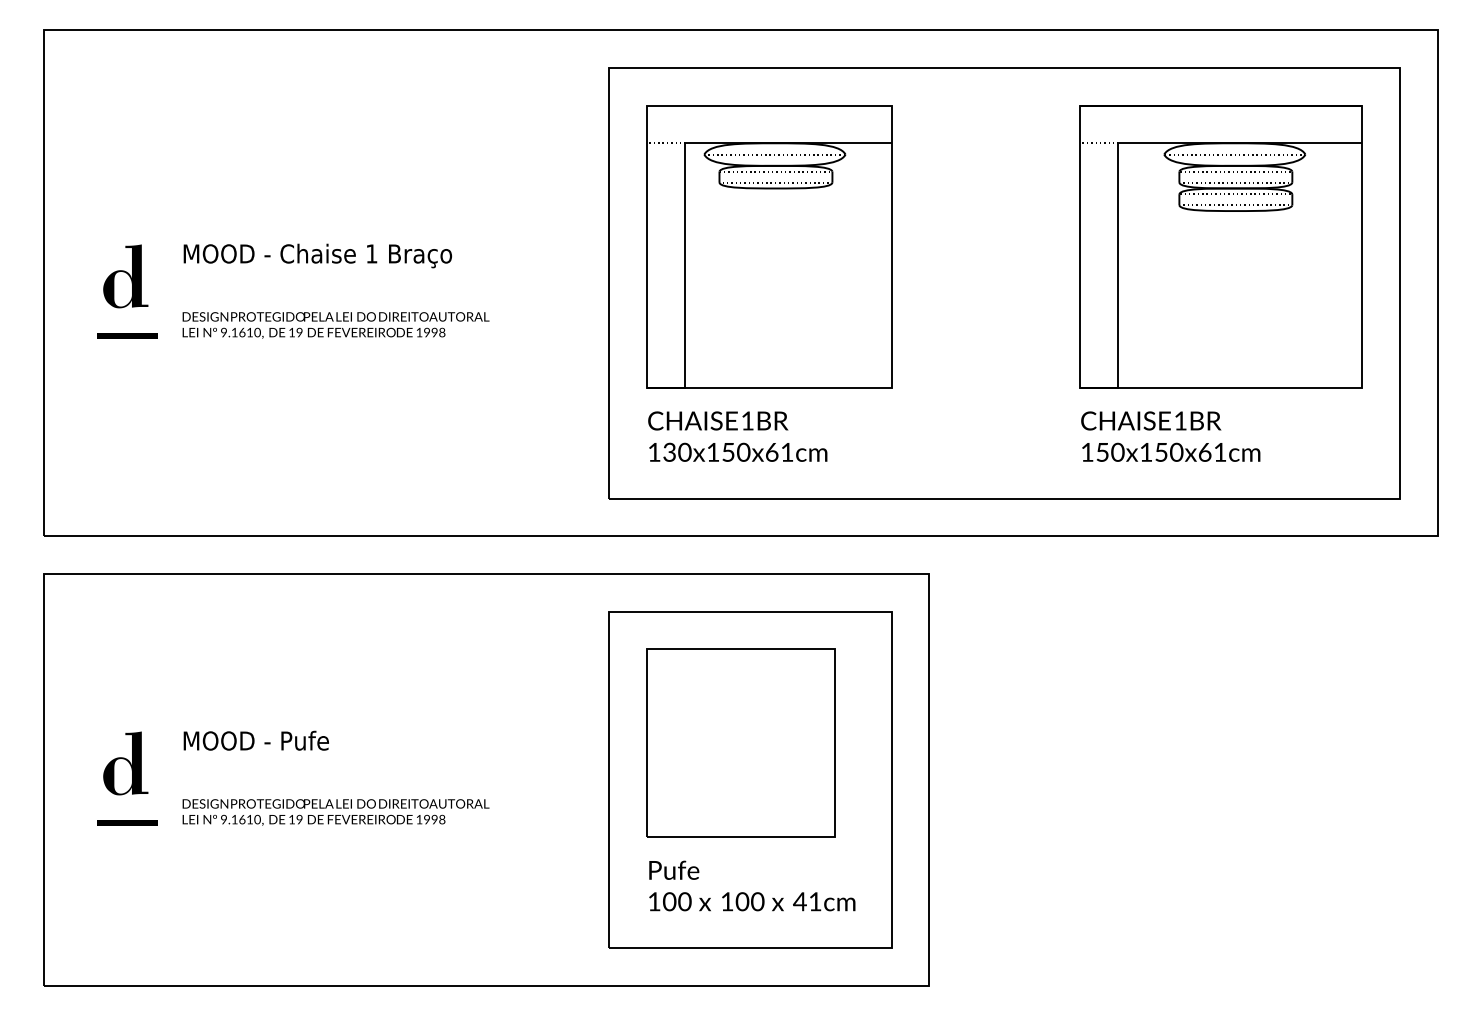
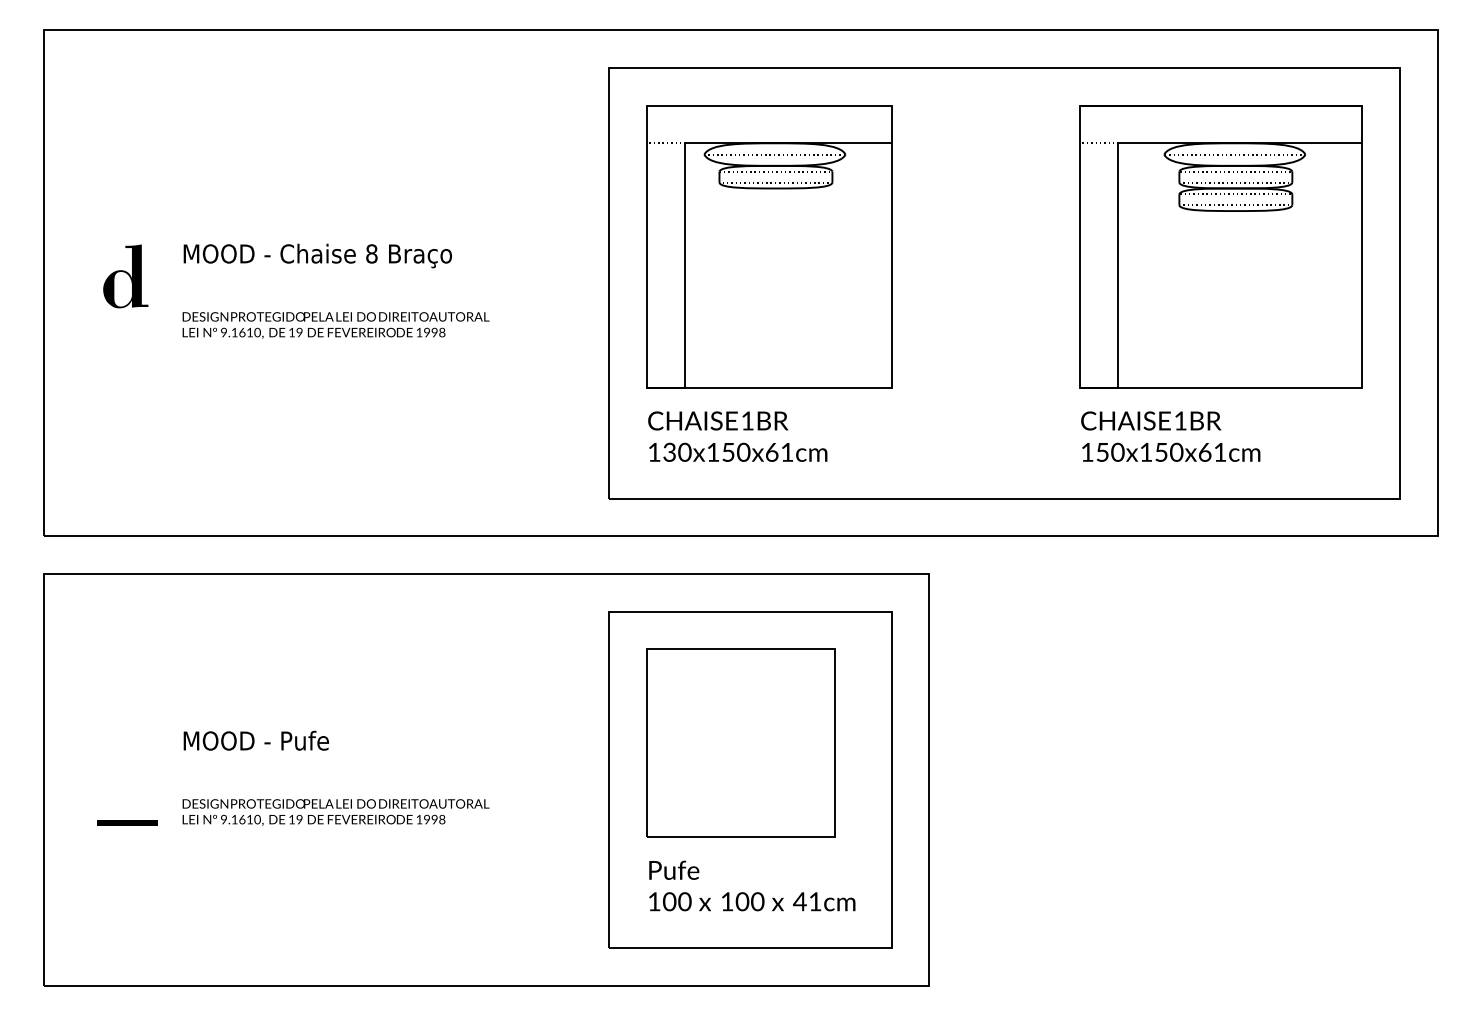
text at (371, 253): 1 -> 8
fill at (127, 335): present -> none
part at (125, 763): present -> none
